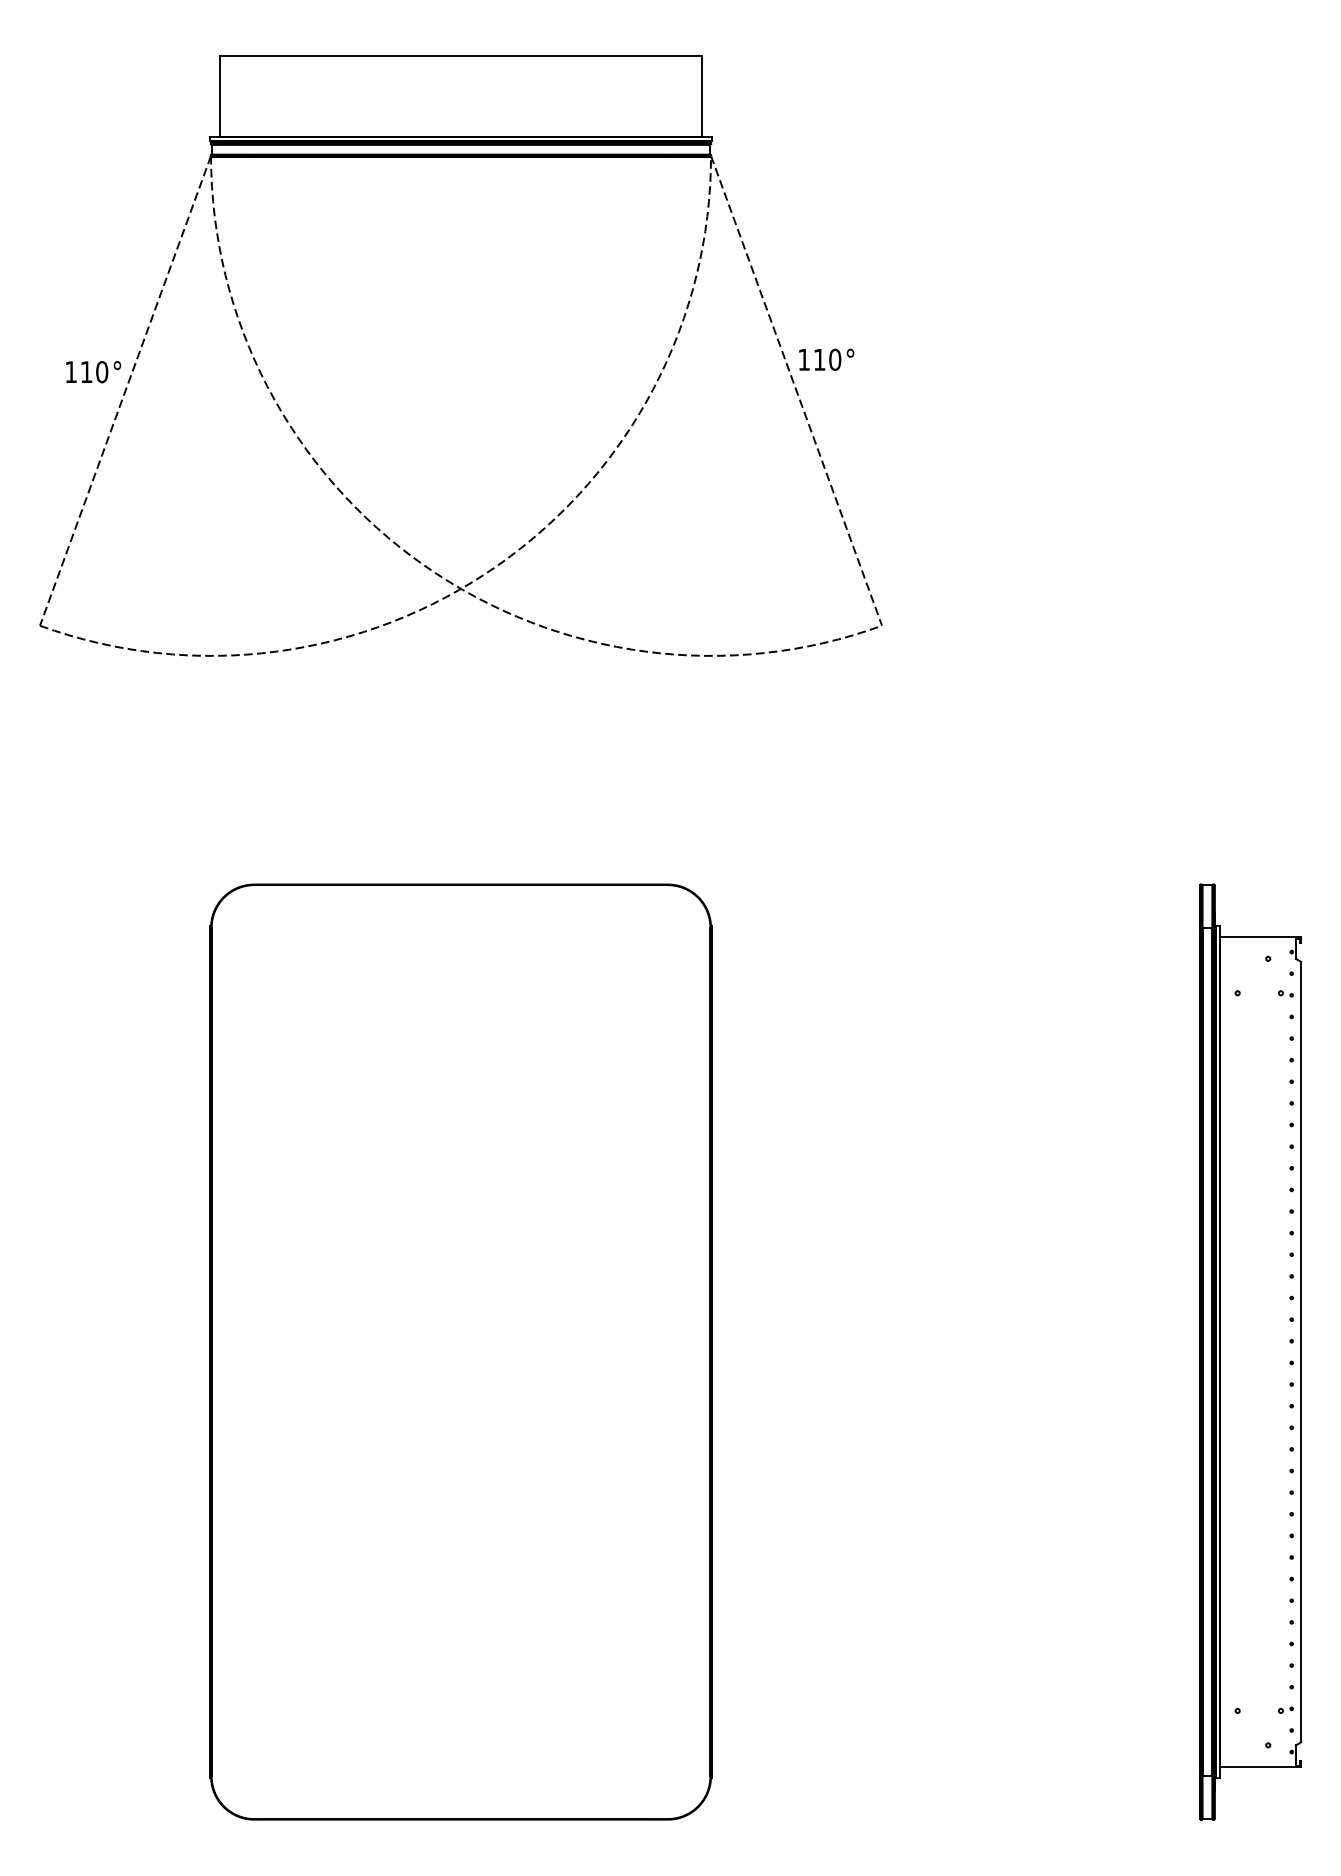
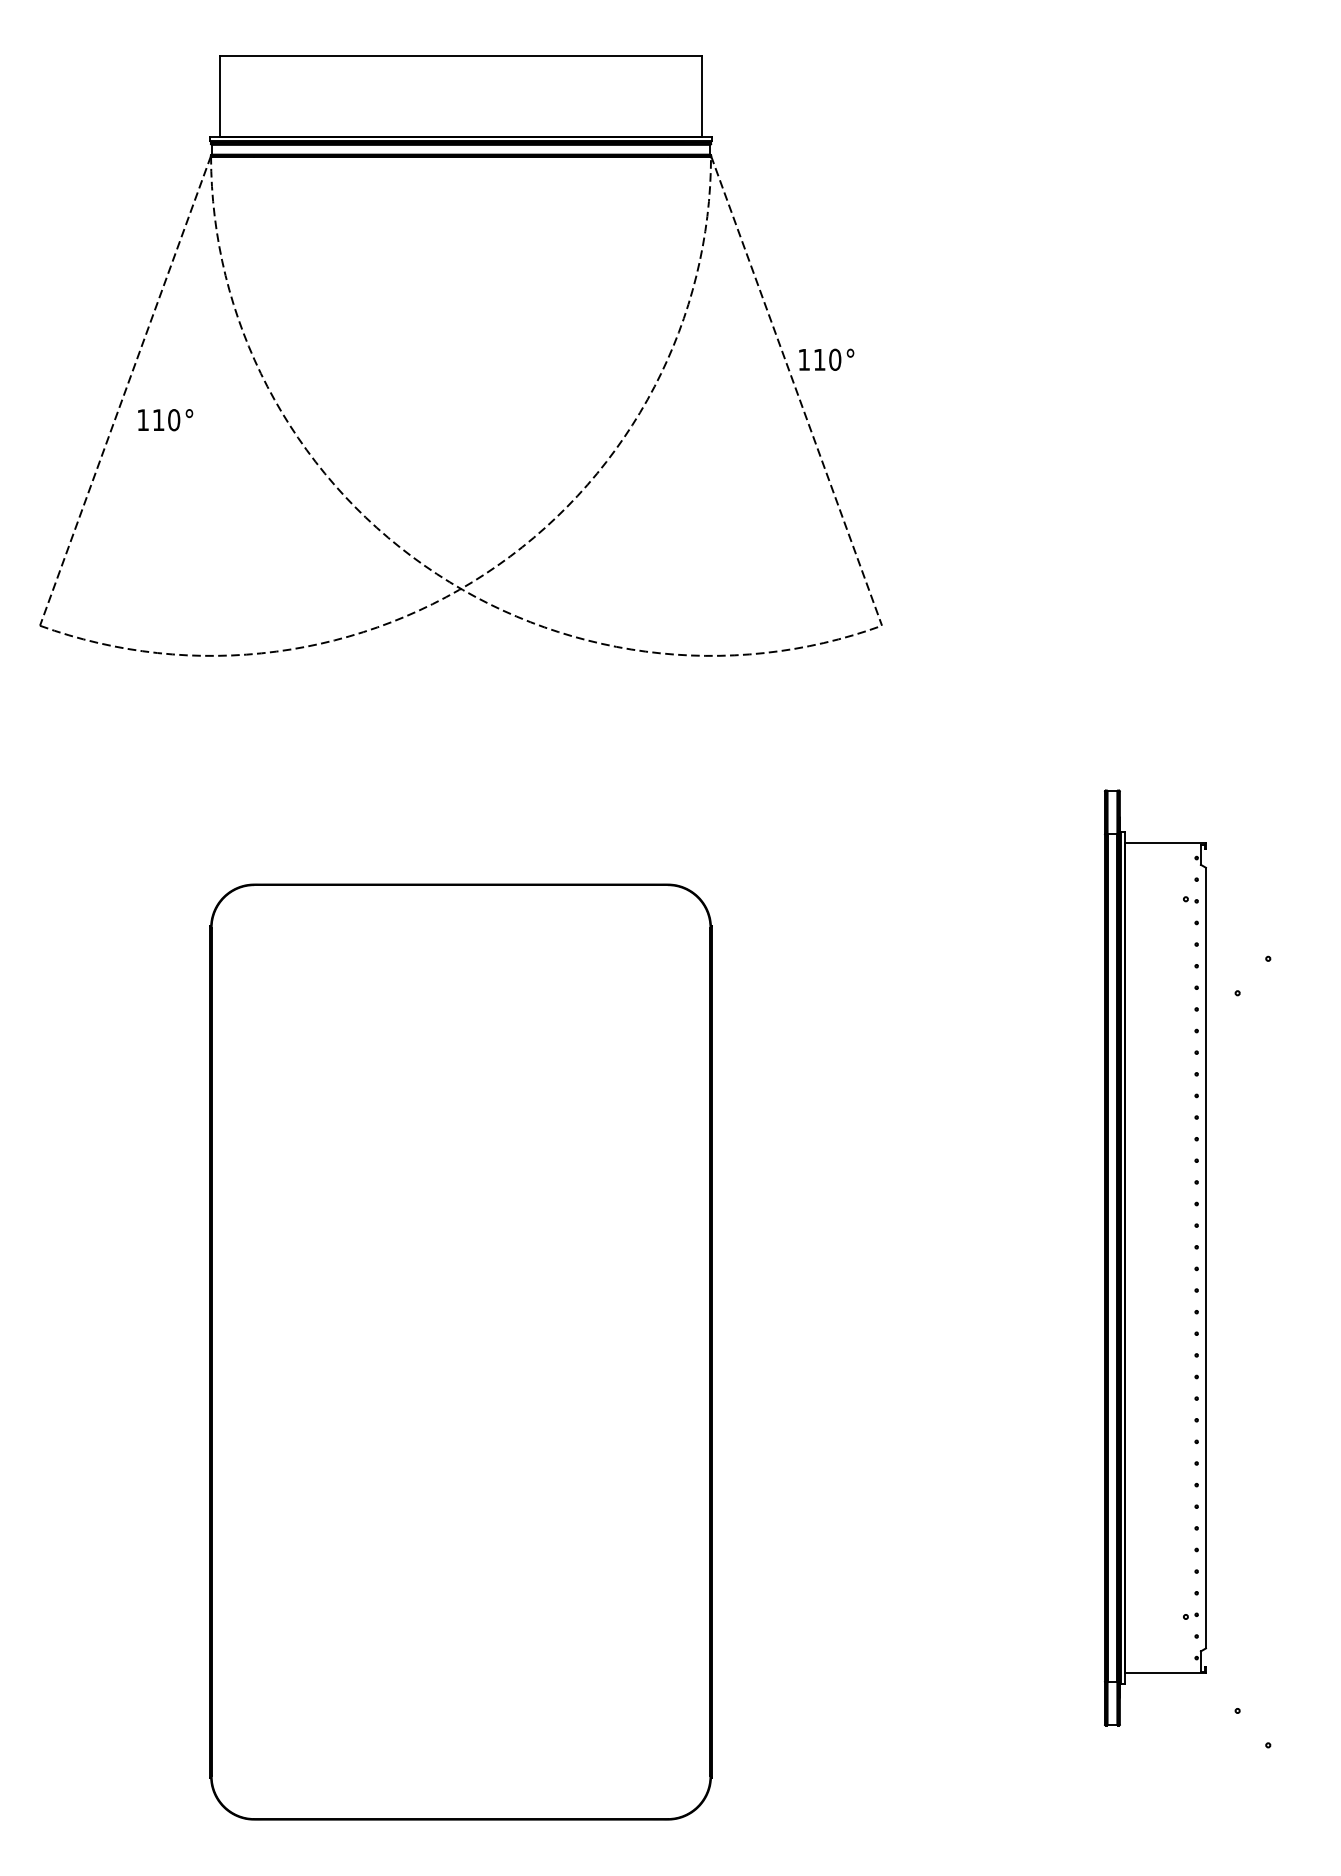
text at (93, 372) position: (93, 372) -> (165, 420)
part at (1250, 1351) position: (1250, 1351) -> (1155, 1257)
